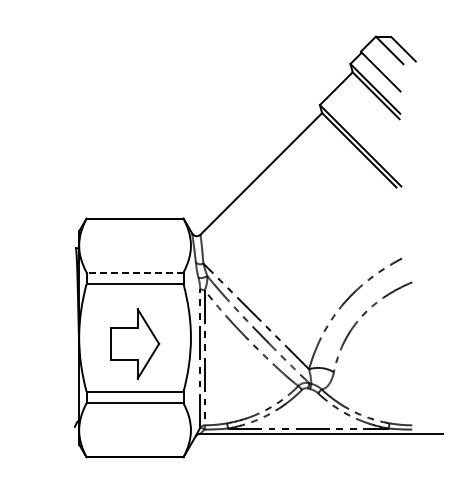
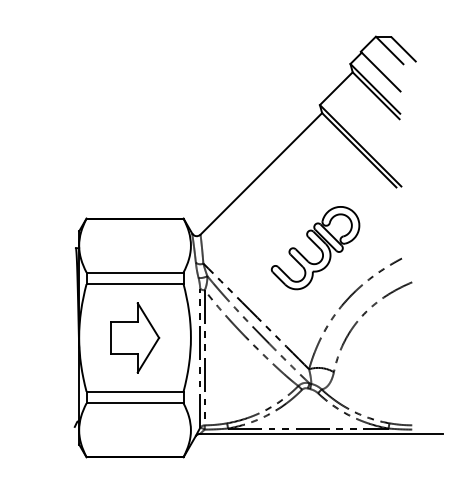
part at (315, 248): none -> present
line at (135, 272): dashed -> solid
part at (135, 343) position: (135, 343) -> (135, 337)
